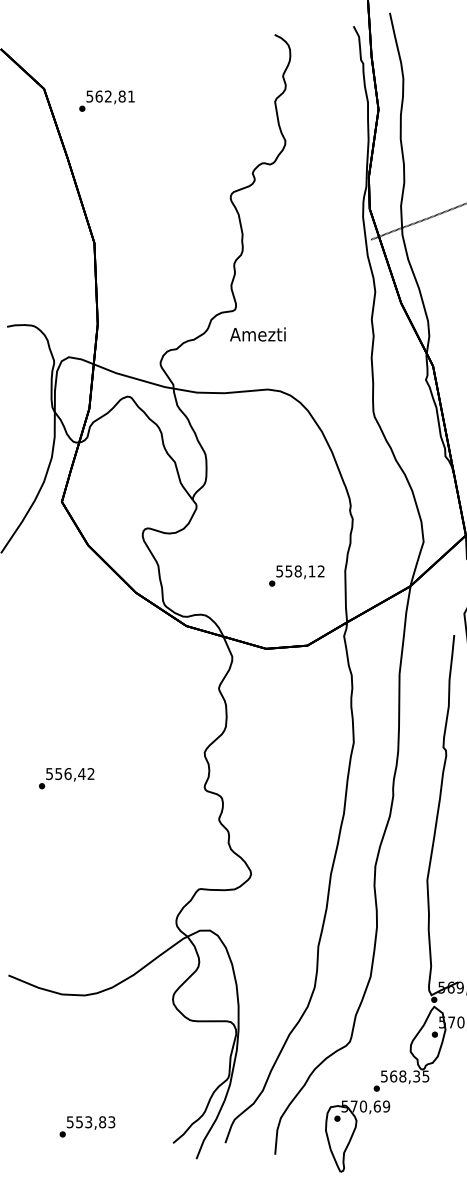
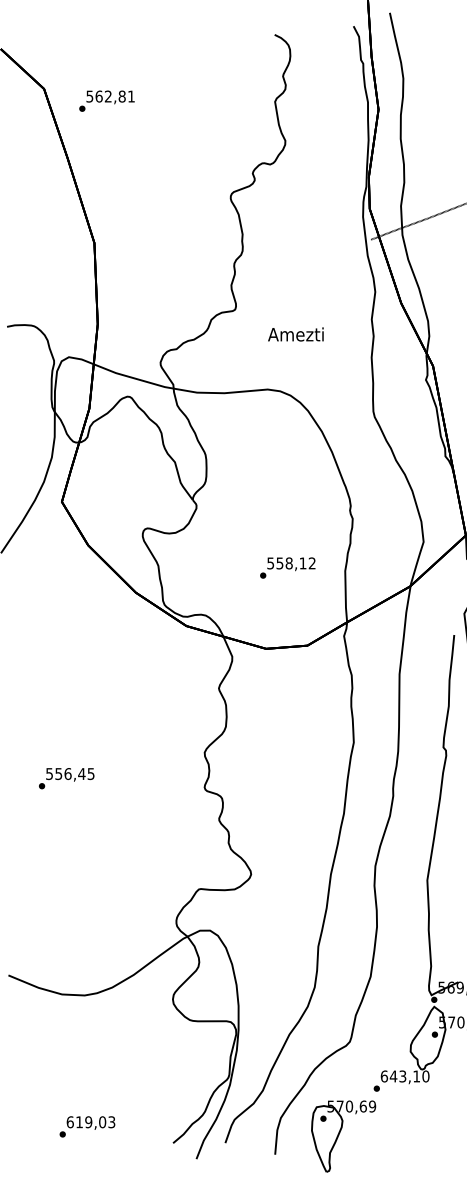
text at (257, 334) position: (257, 334) -> (295, 334)
text at (296, 575) position: (296, 575) -> (287, 567)
text at (90, 774): 556,42 -> 556,45
text at (404, 1076): 568,35 -> 643,10
text at (86, 1122): 553,83 -> 619,03
part at (357, 1136) position: (357, 1136) -> (343, 1136)
